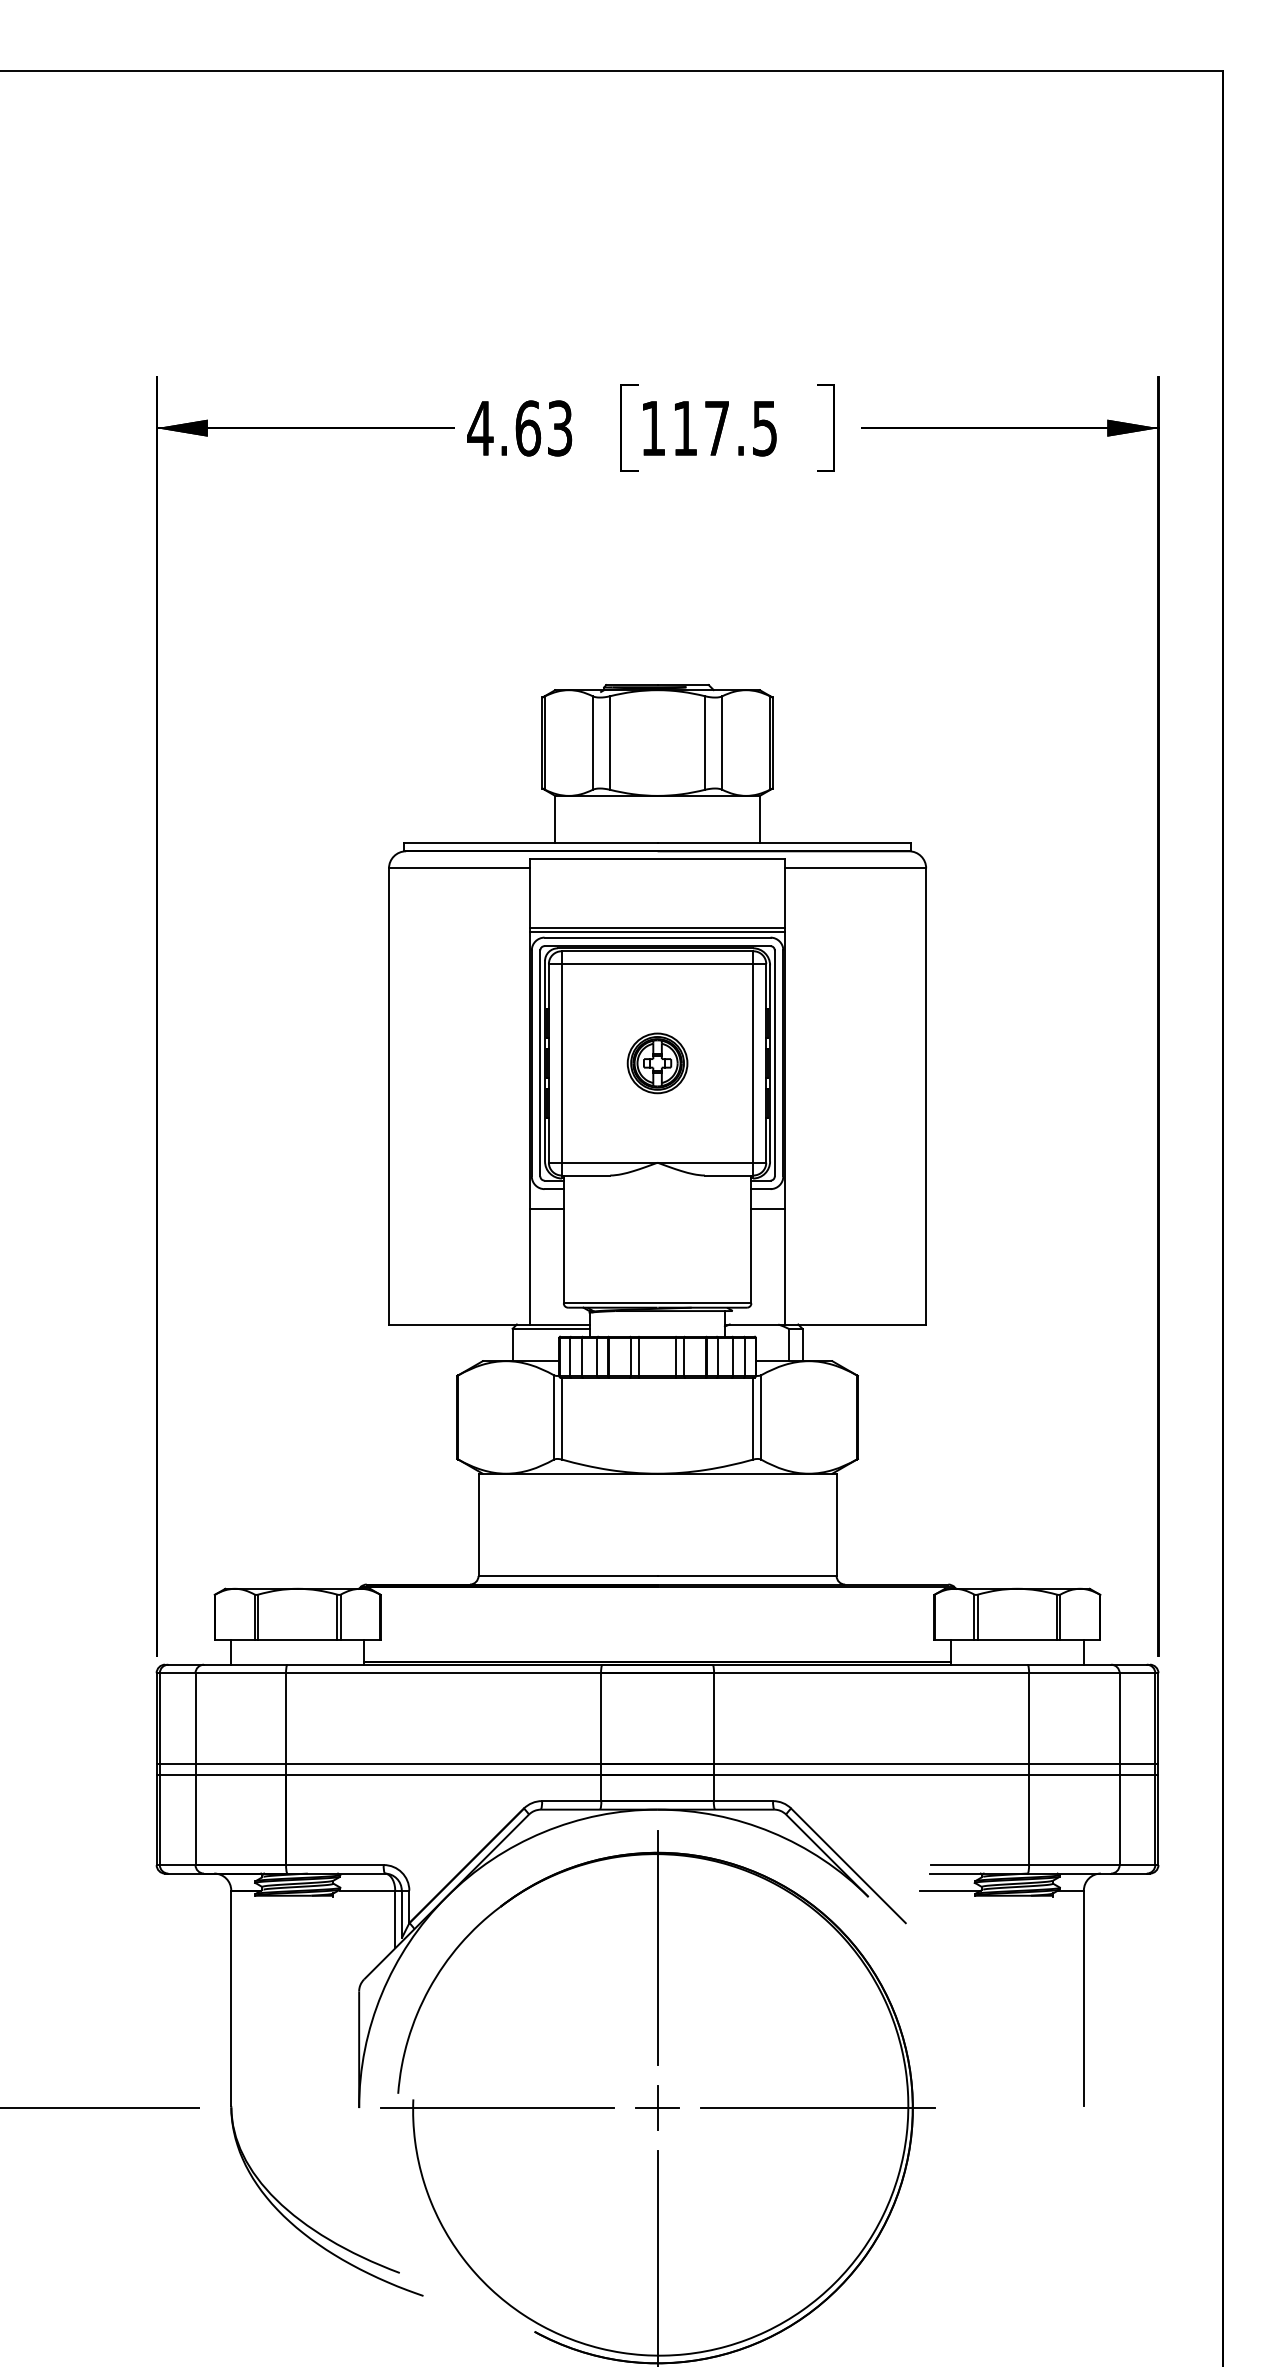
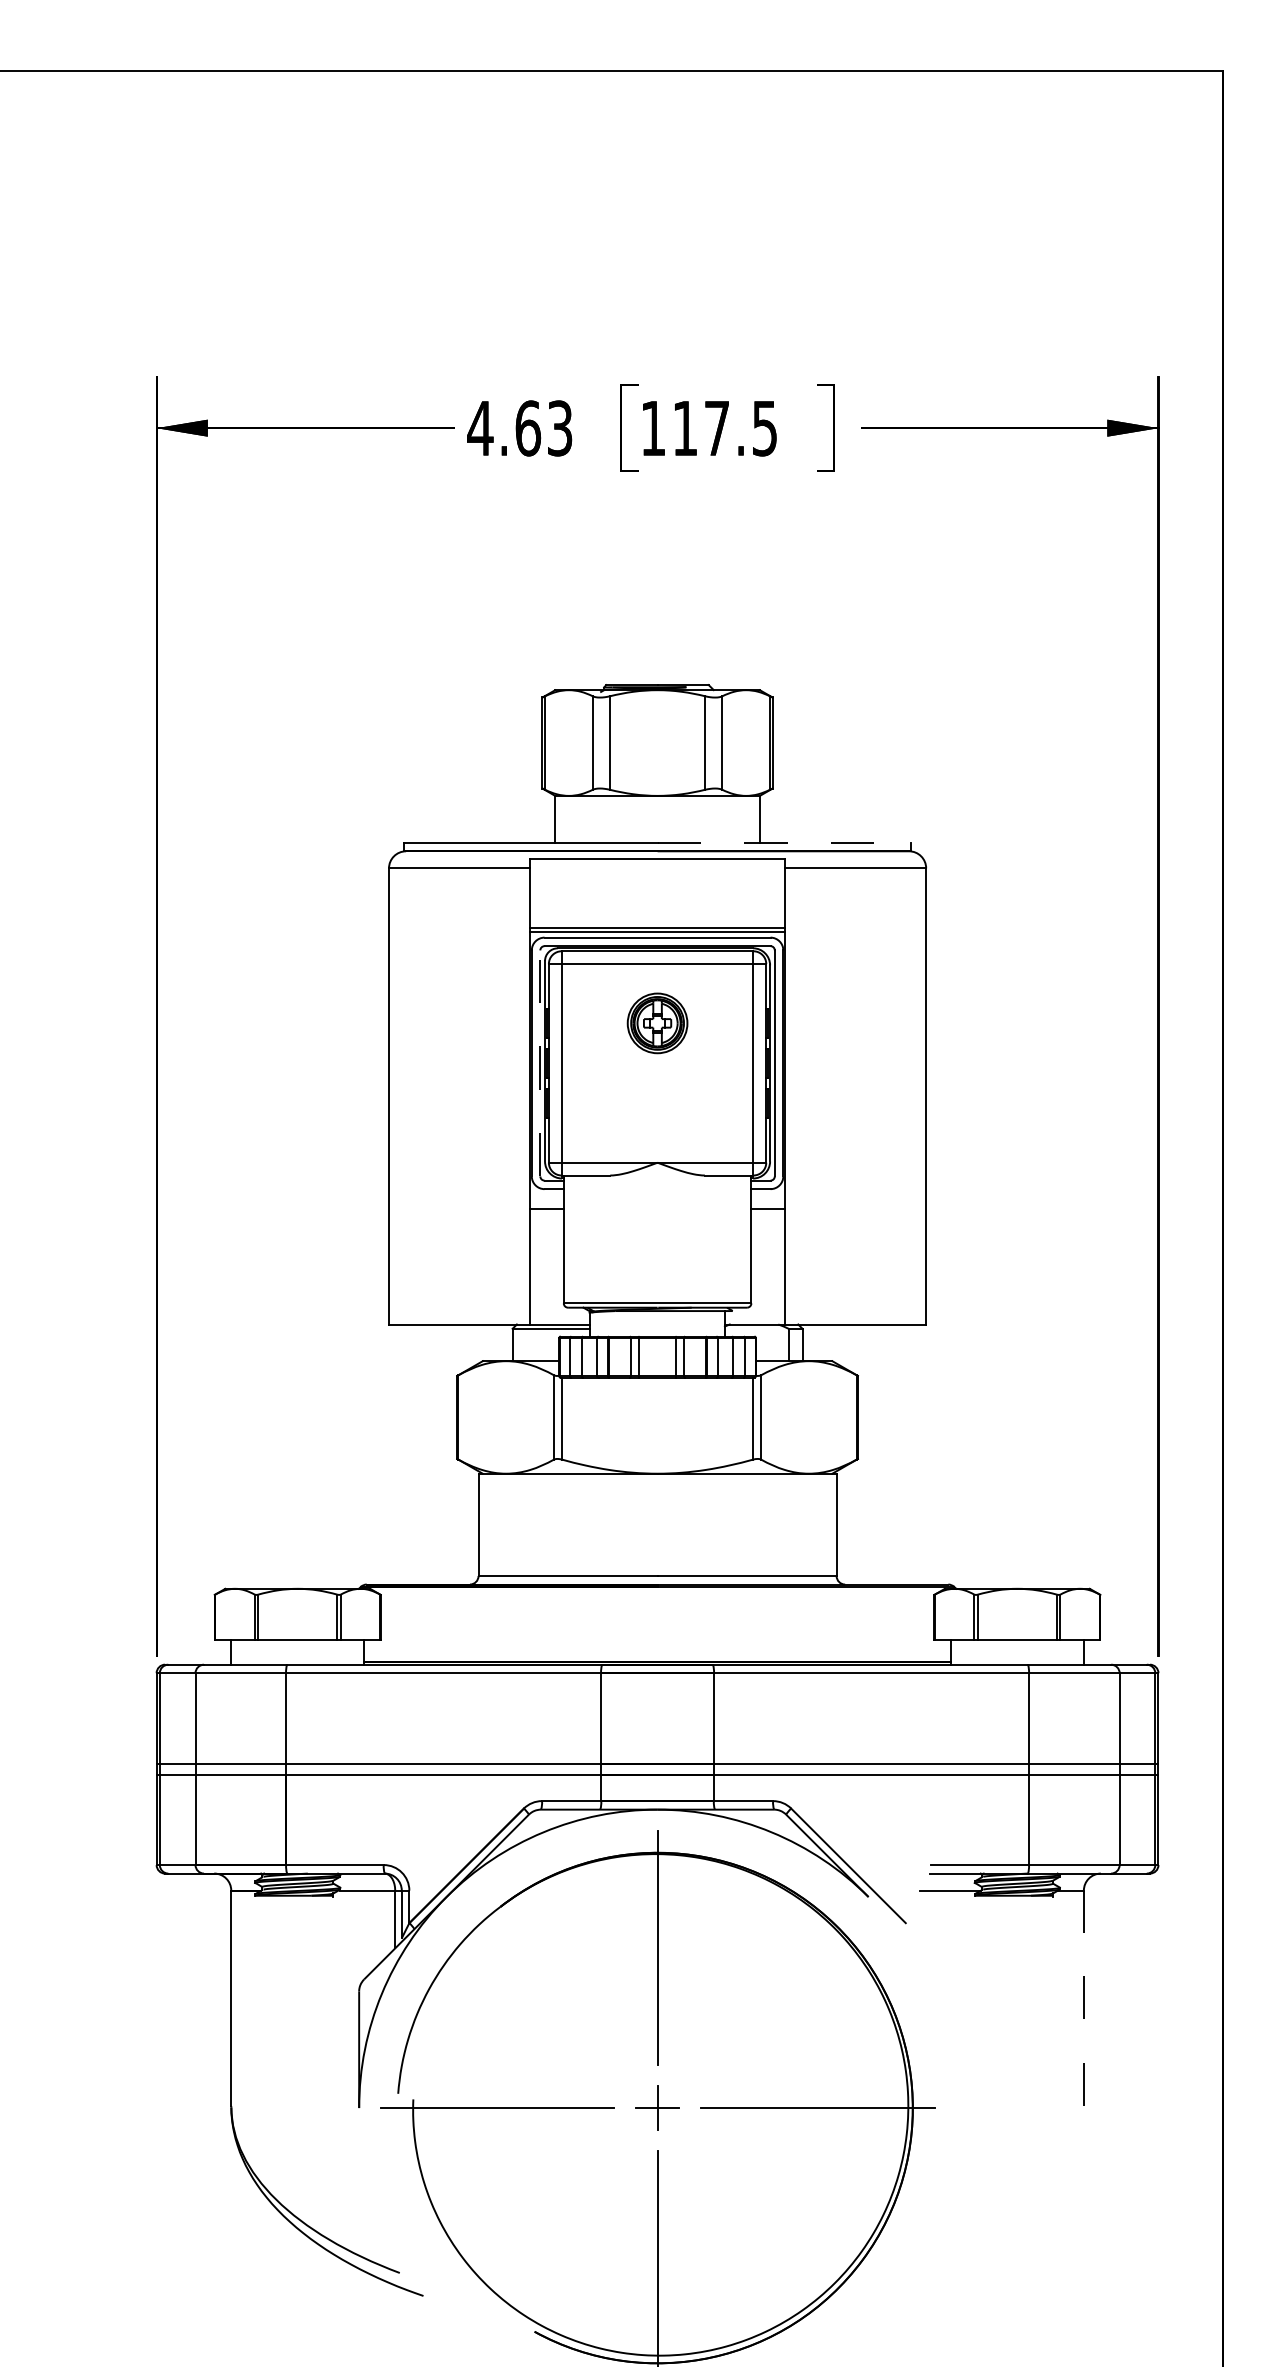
line at (784, 842): solid -> dashed
line at (540, 1063): solid -> dashed
part at (657, 1063) position: (657, 1063) -> (657, 1023)
line at (1083, 1998): solid -> dashed
line at (100, 2108): present -> none
